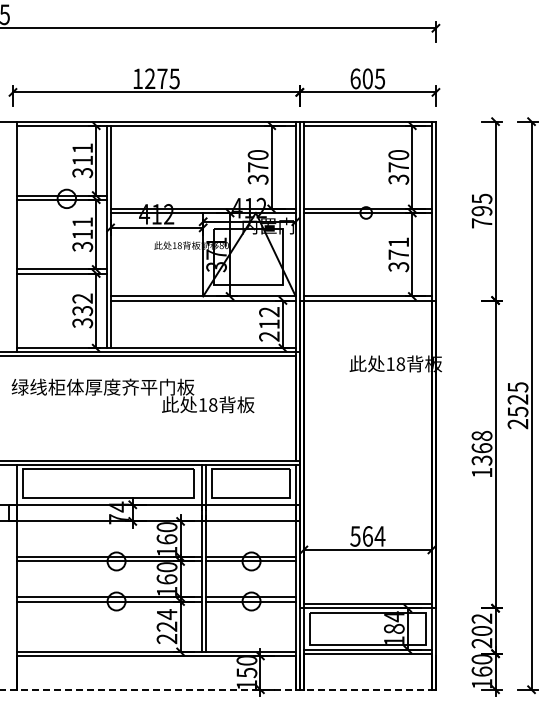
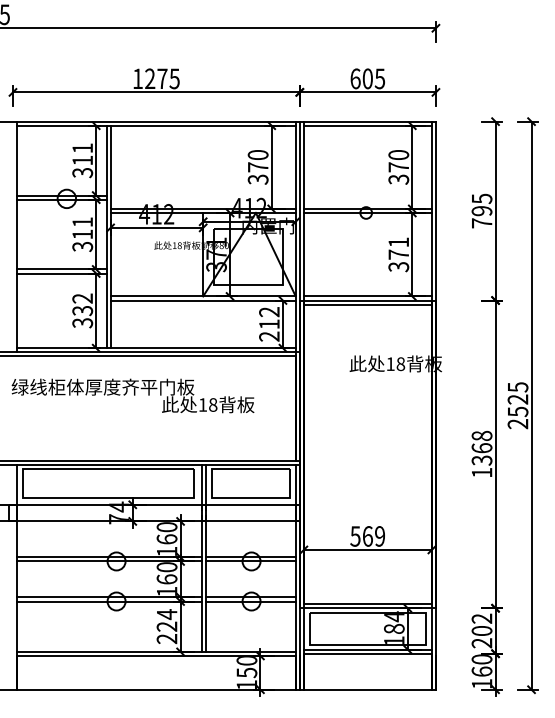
line at (367, 304): none -> present
text at (379, 536): 564 -> 569
line at (217, 689): dashed -> solid
